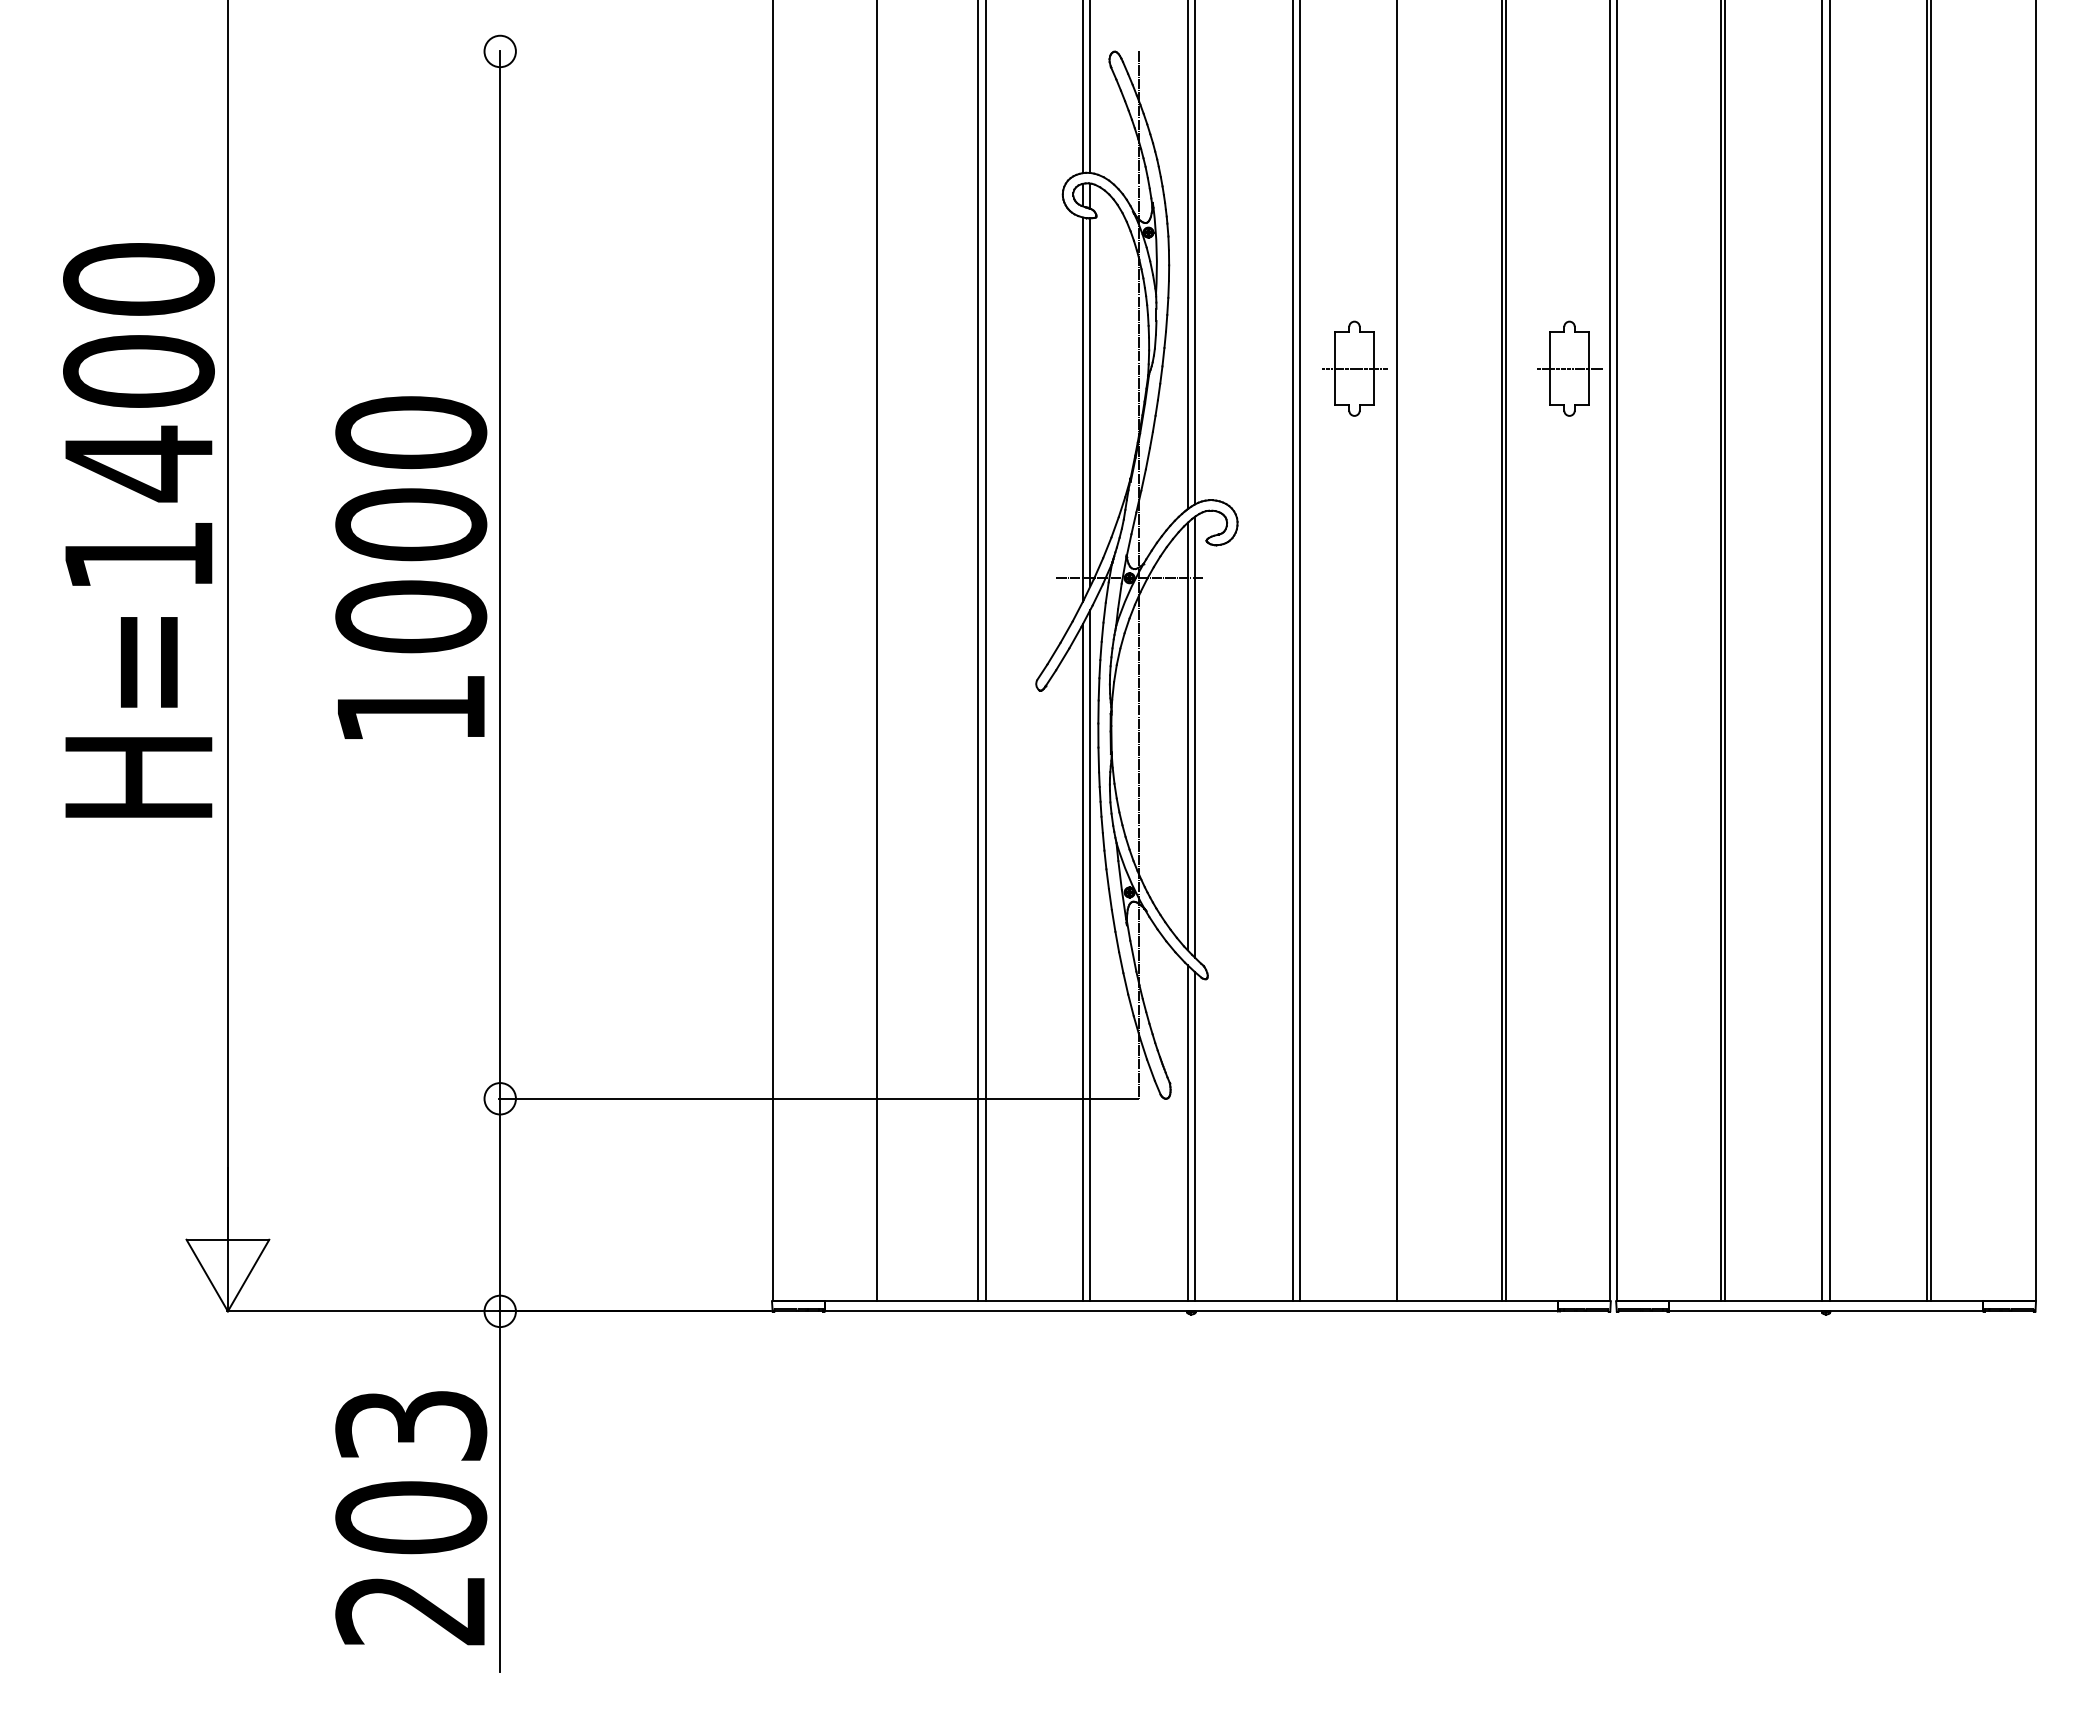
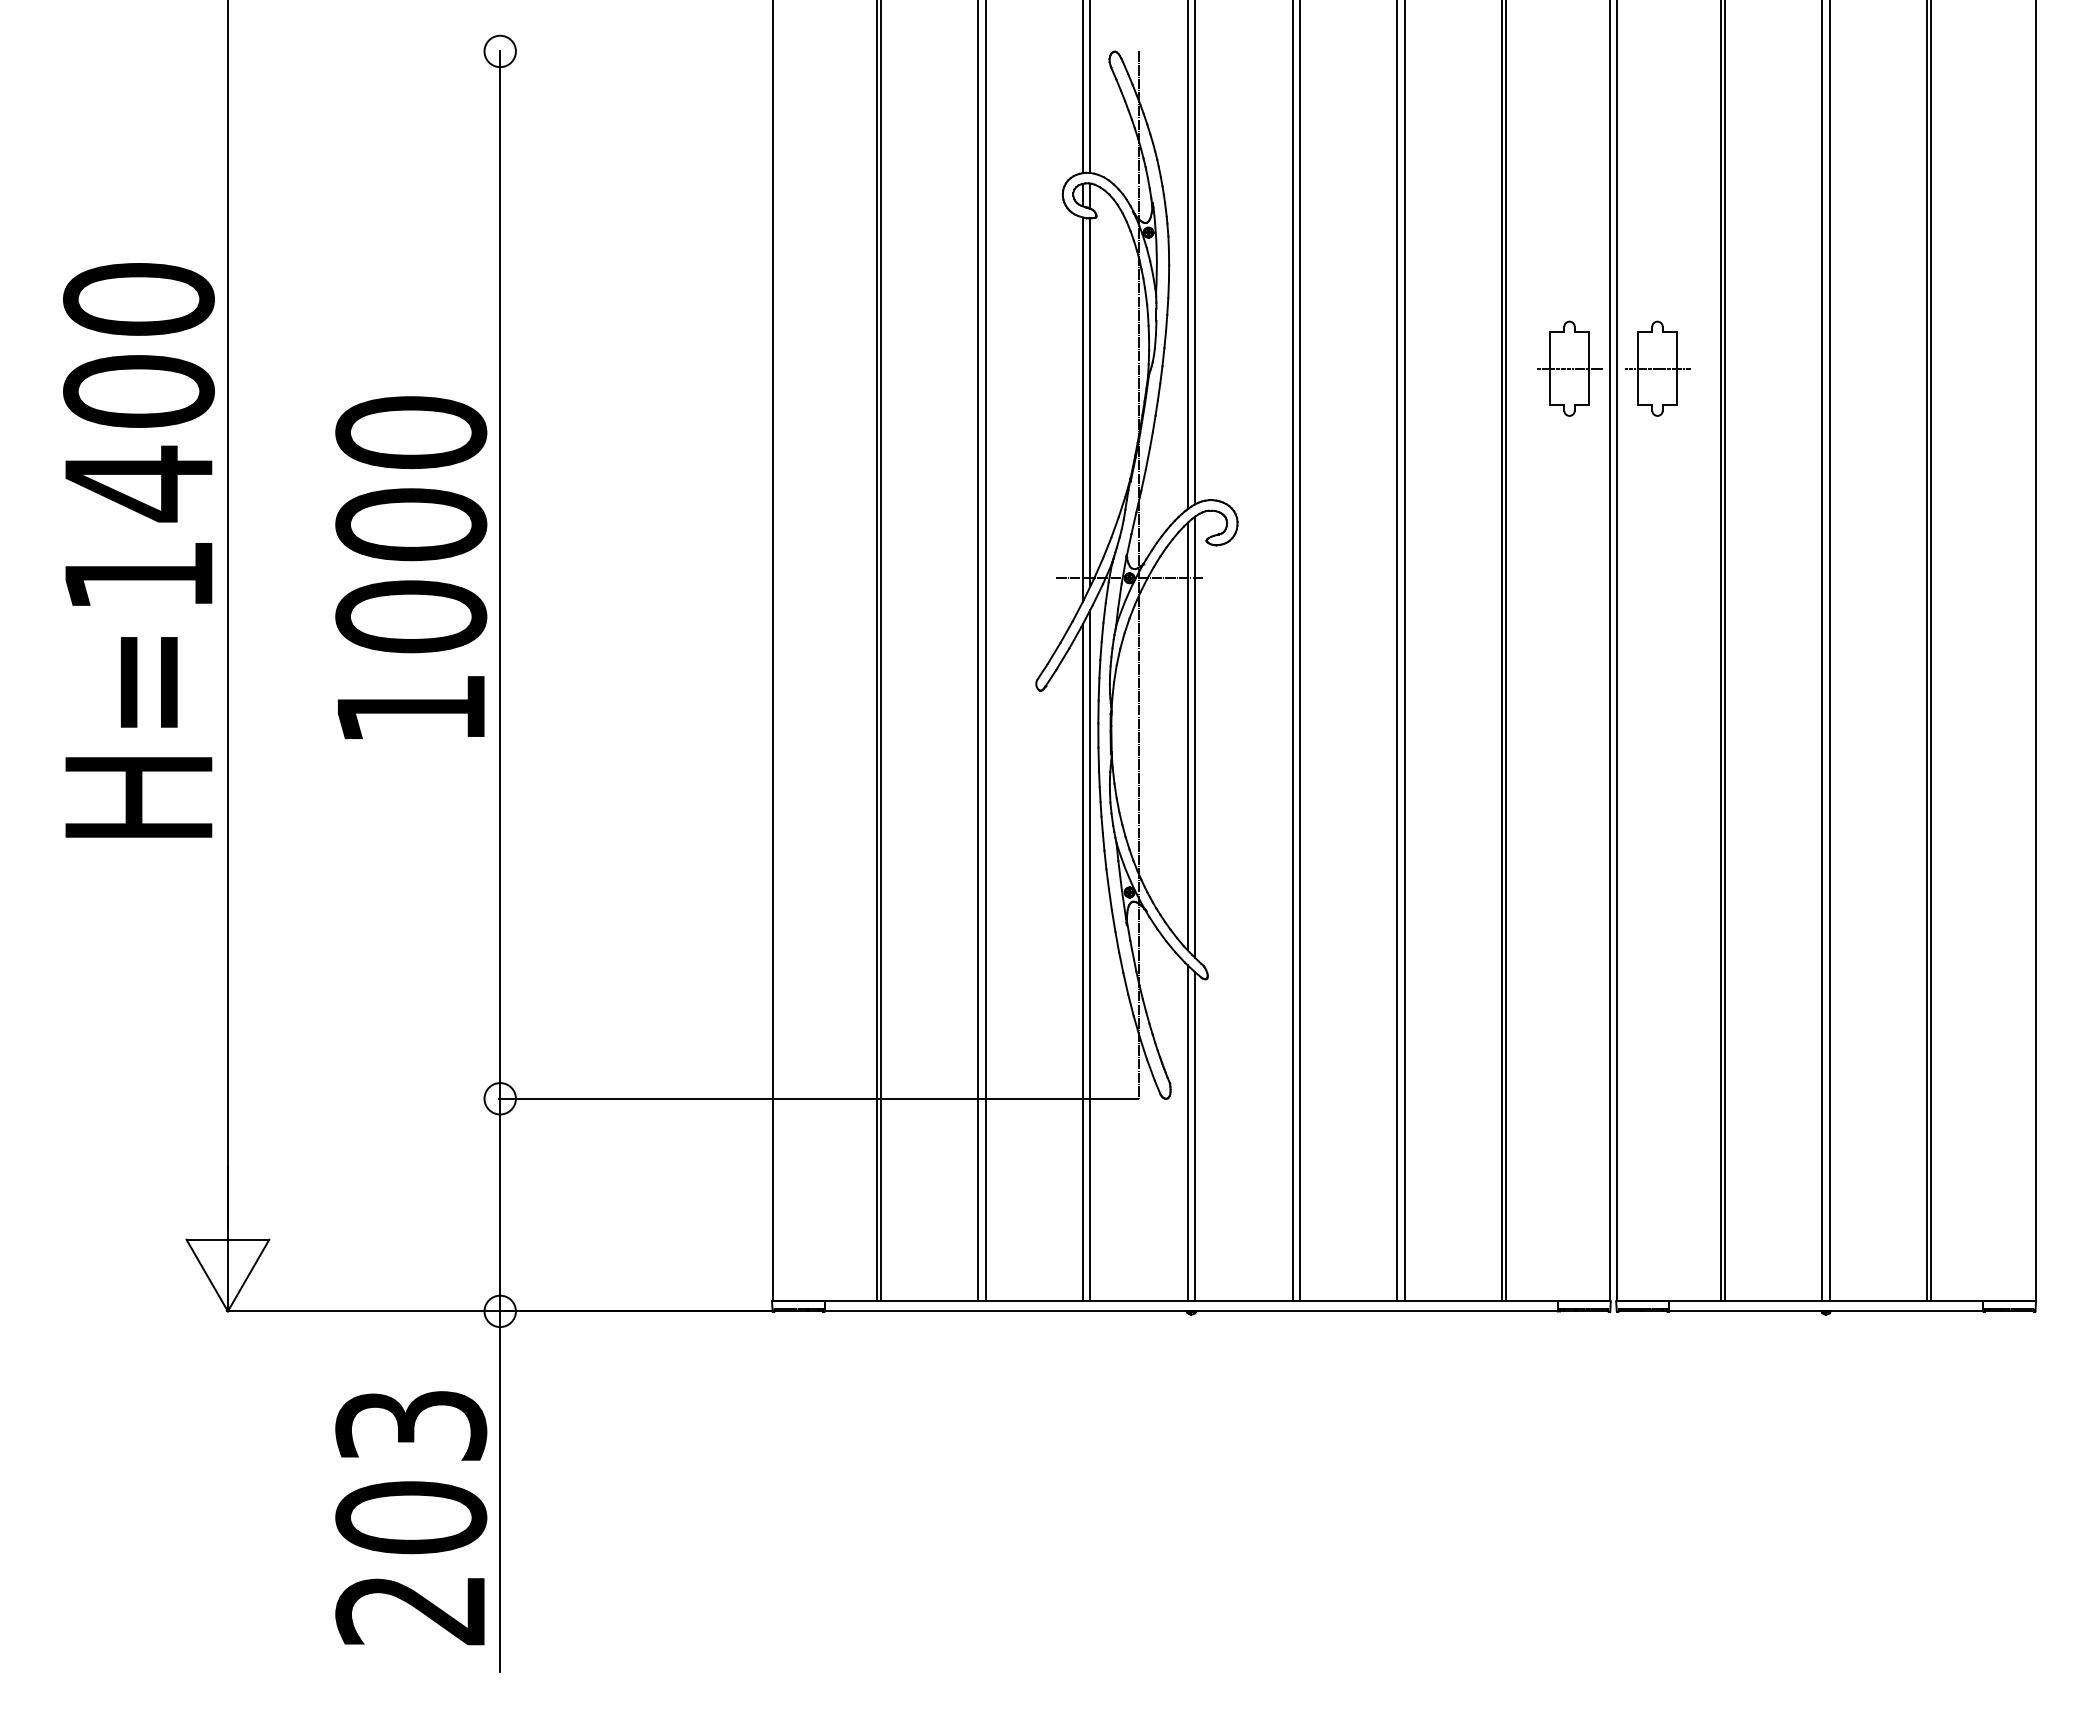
part at (1354, 368) position: (1354, 368) -> (1657, 368)
text at (138, 530) position: (138, 530) -> (138, 550)
line at (880, 651): none -> present
line at (1404, 651): none -> present
